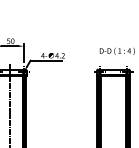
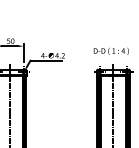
text at (116, 50) position: (116, 50) -> (110, 50)
line at (113, 104): none -> present
